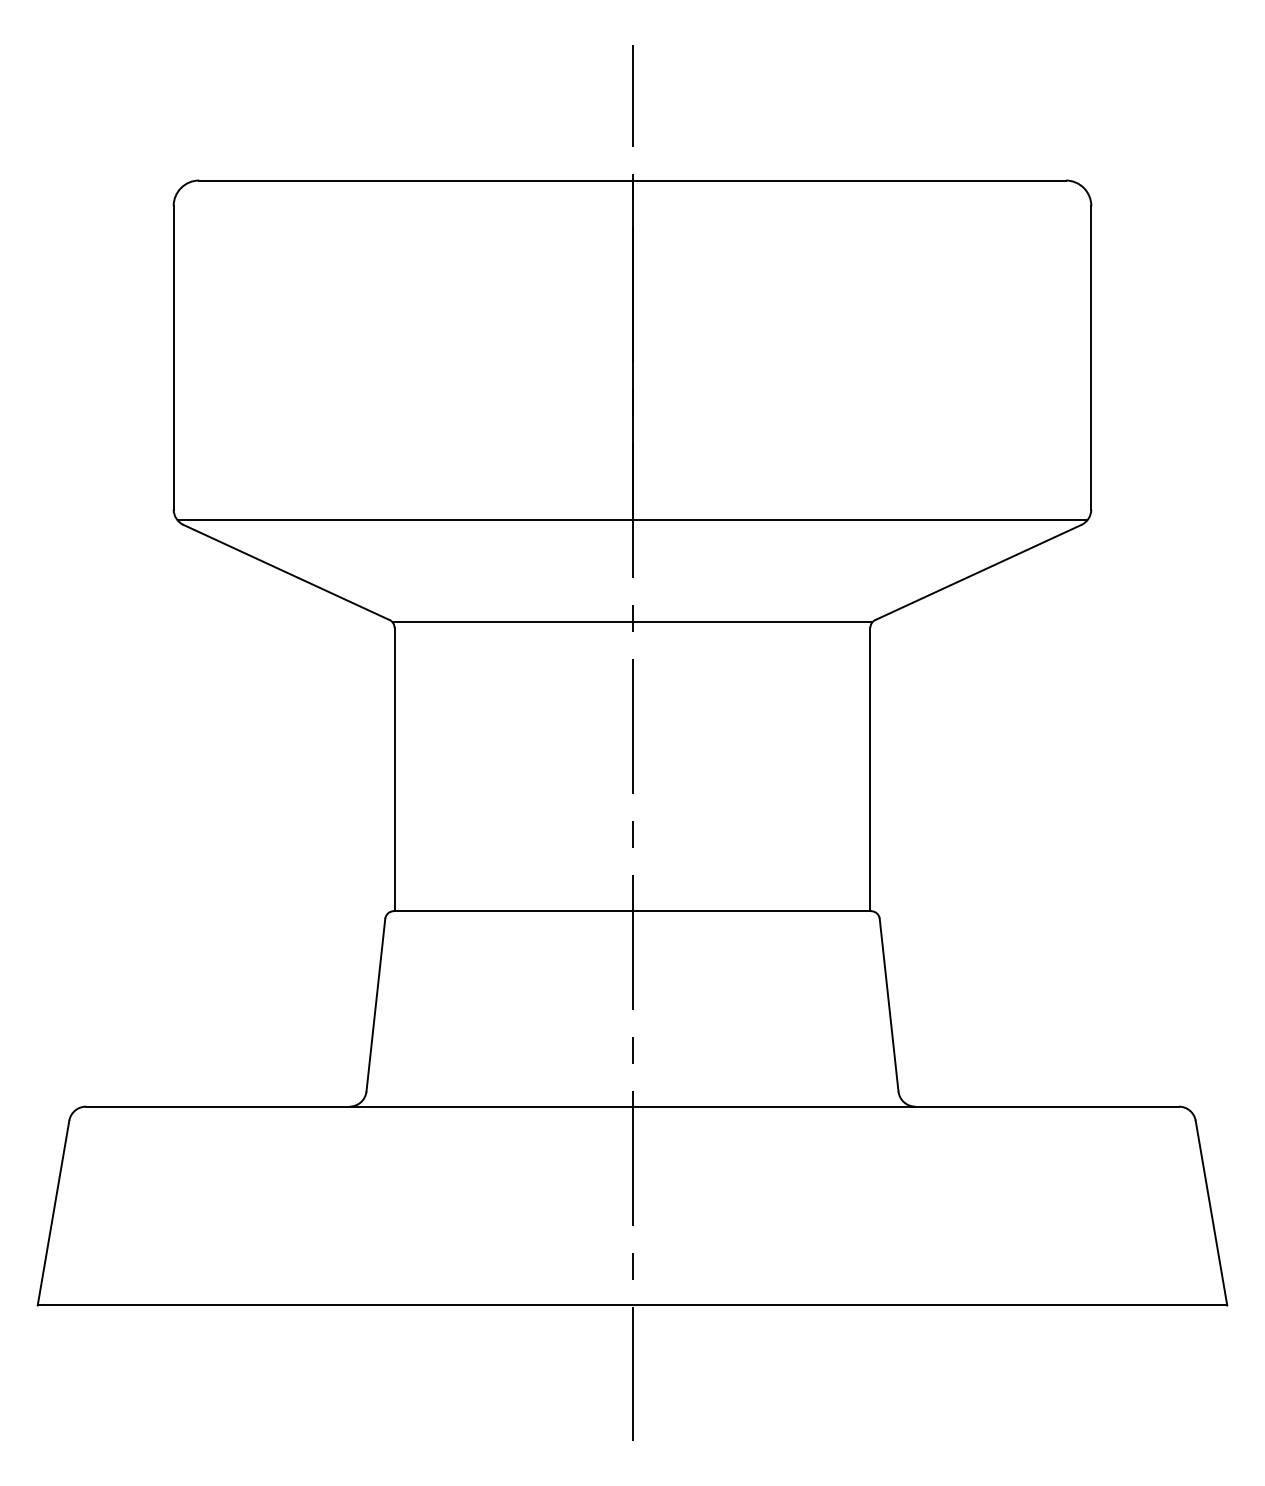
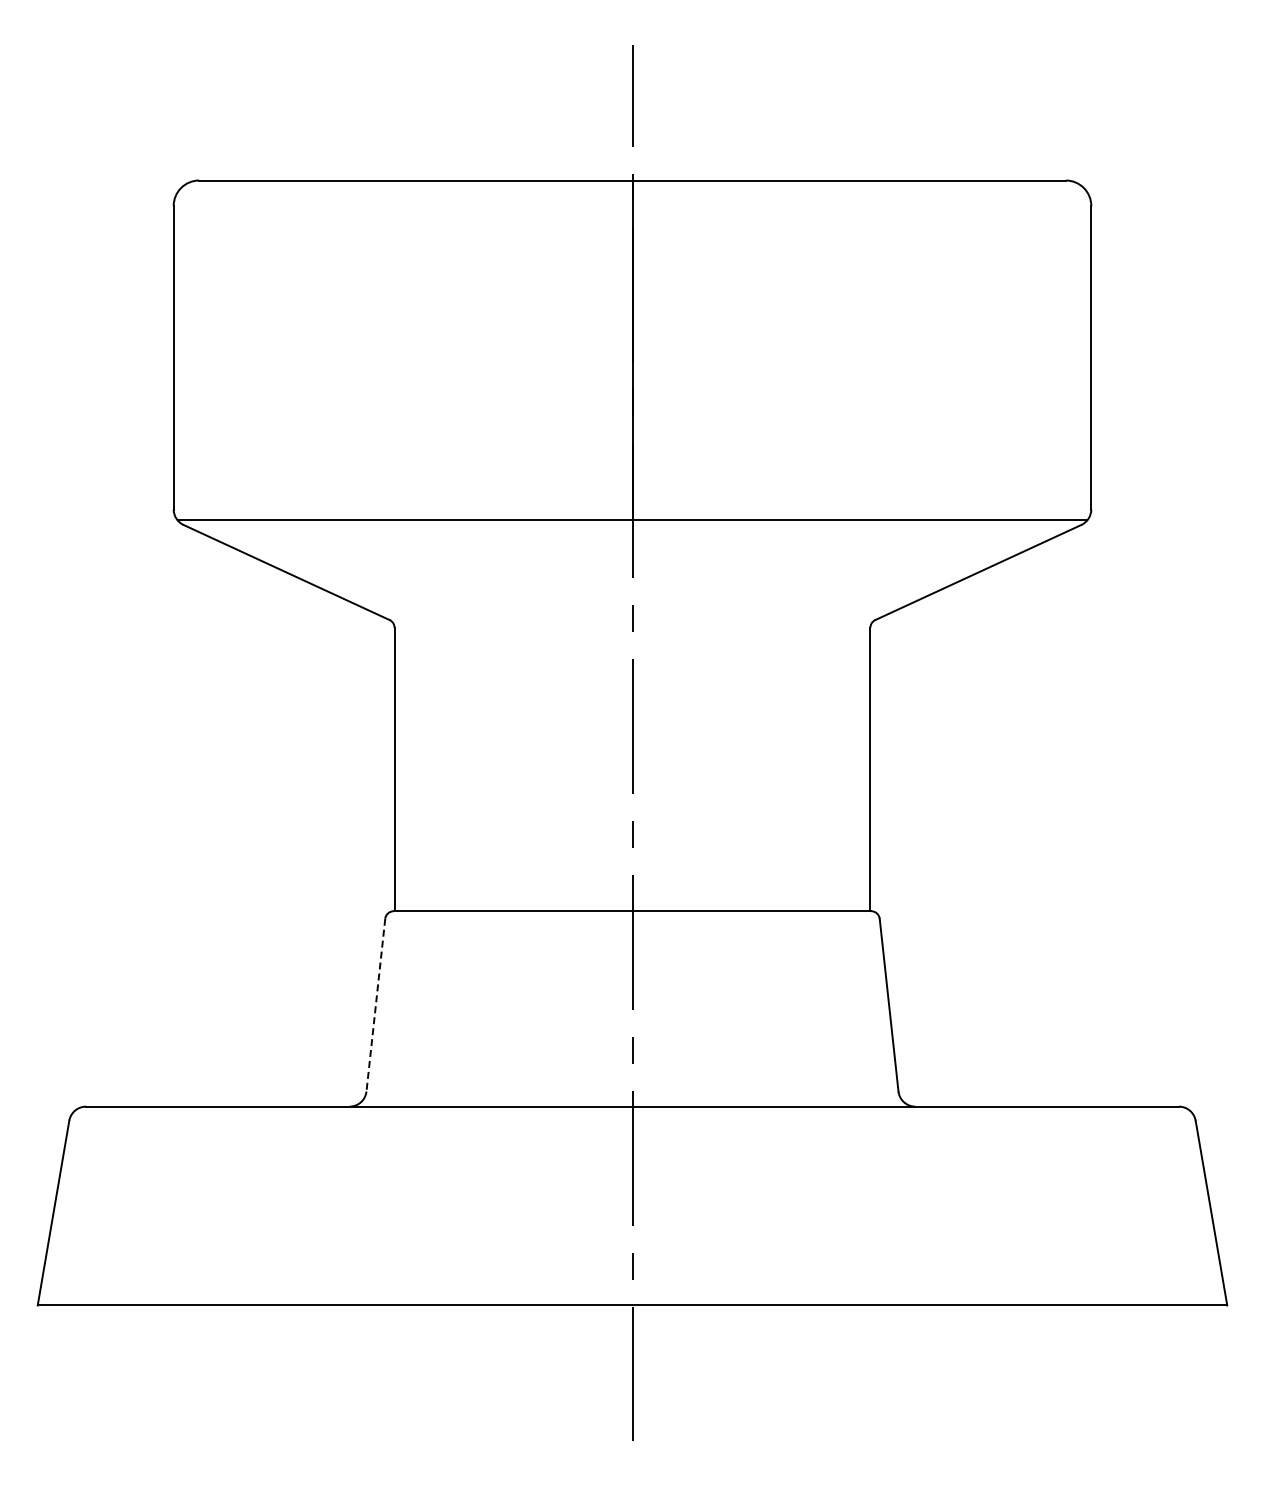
line at (632, 622): present -> none
line at (375, 1005): solid -> dashed
